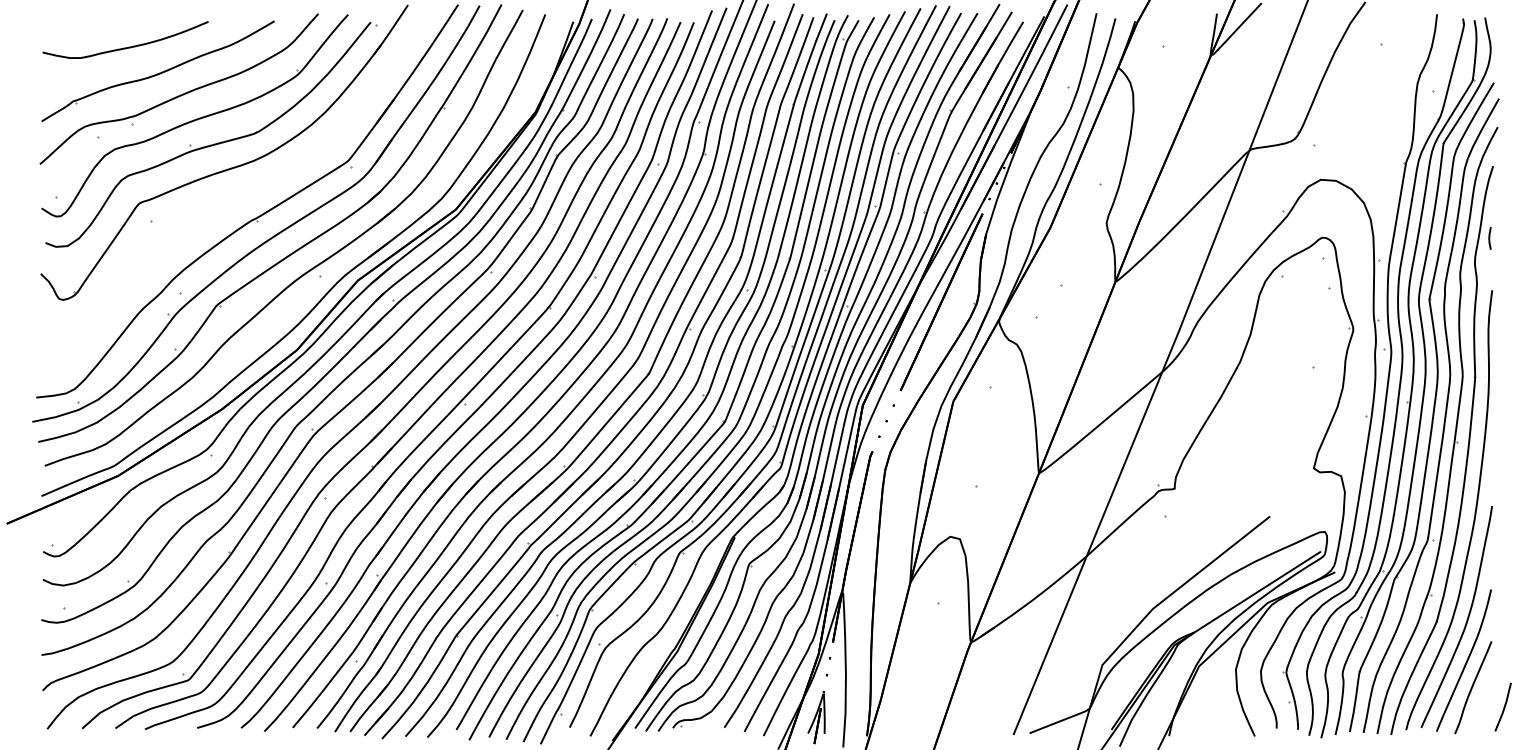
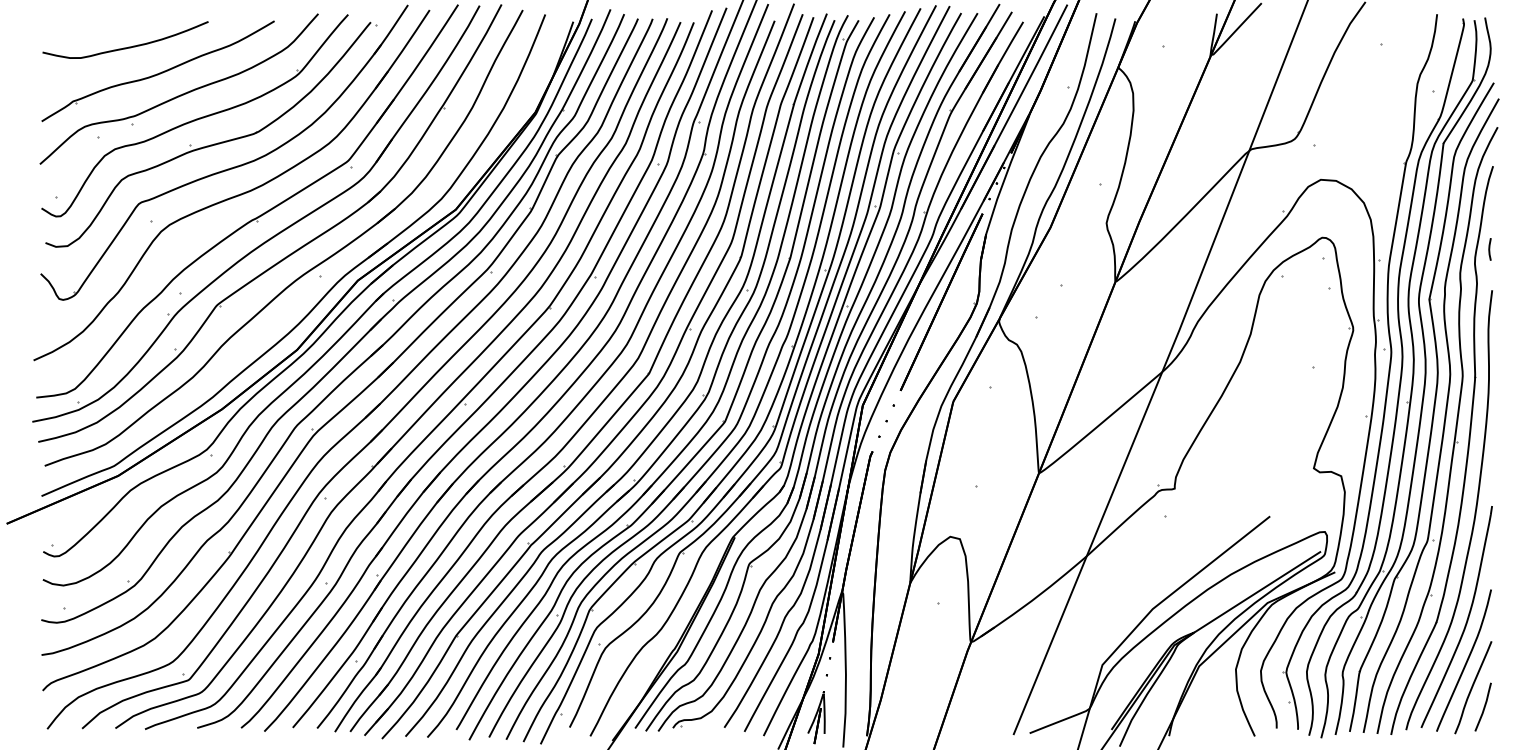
part at (235, 195): none -> present
line at (1489, 238) position: (1489, 238) -> (1489, 249)
line at (1503, 706) position: (1503, 706) -> (1483, 706)
